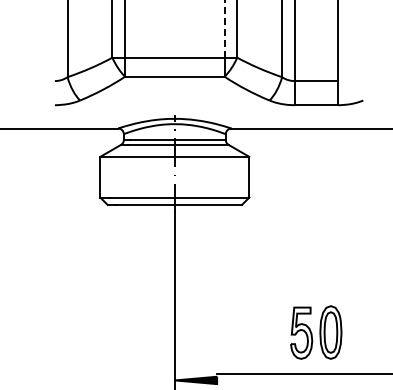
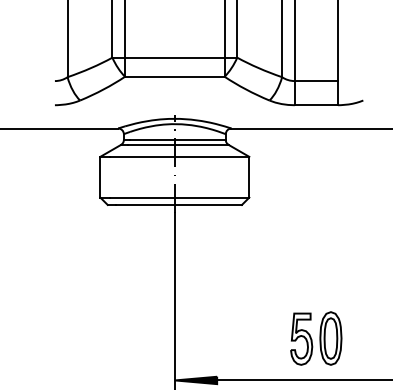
line at (224, 28): dashed -> solid
part at (316, 332) position: (316, 332) -> (316, 338)
line at (303, 374) position: (303, 374) -> (303, 380)
